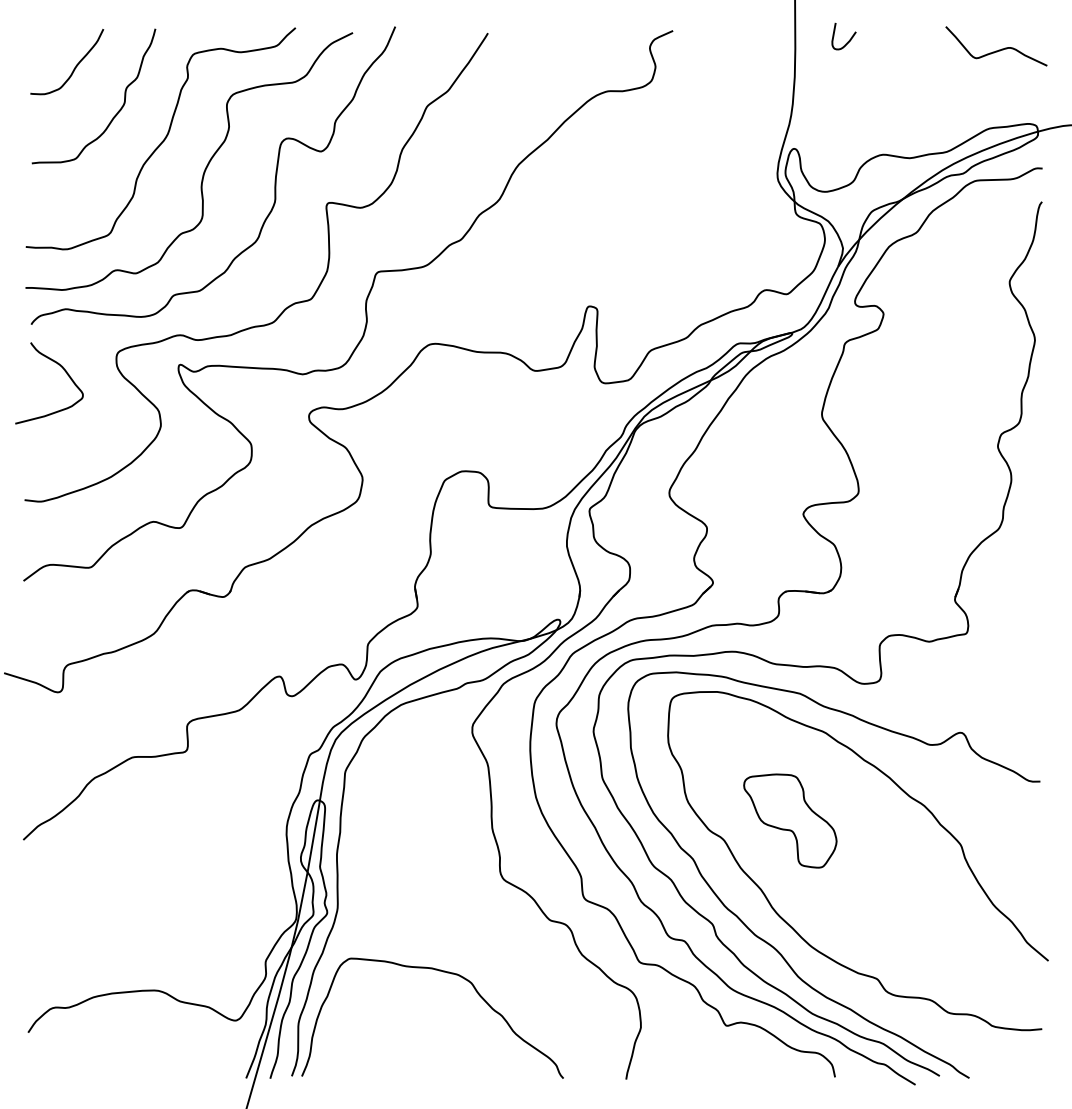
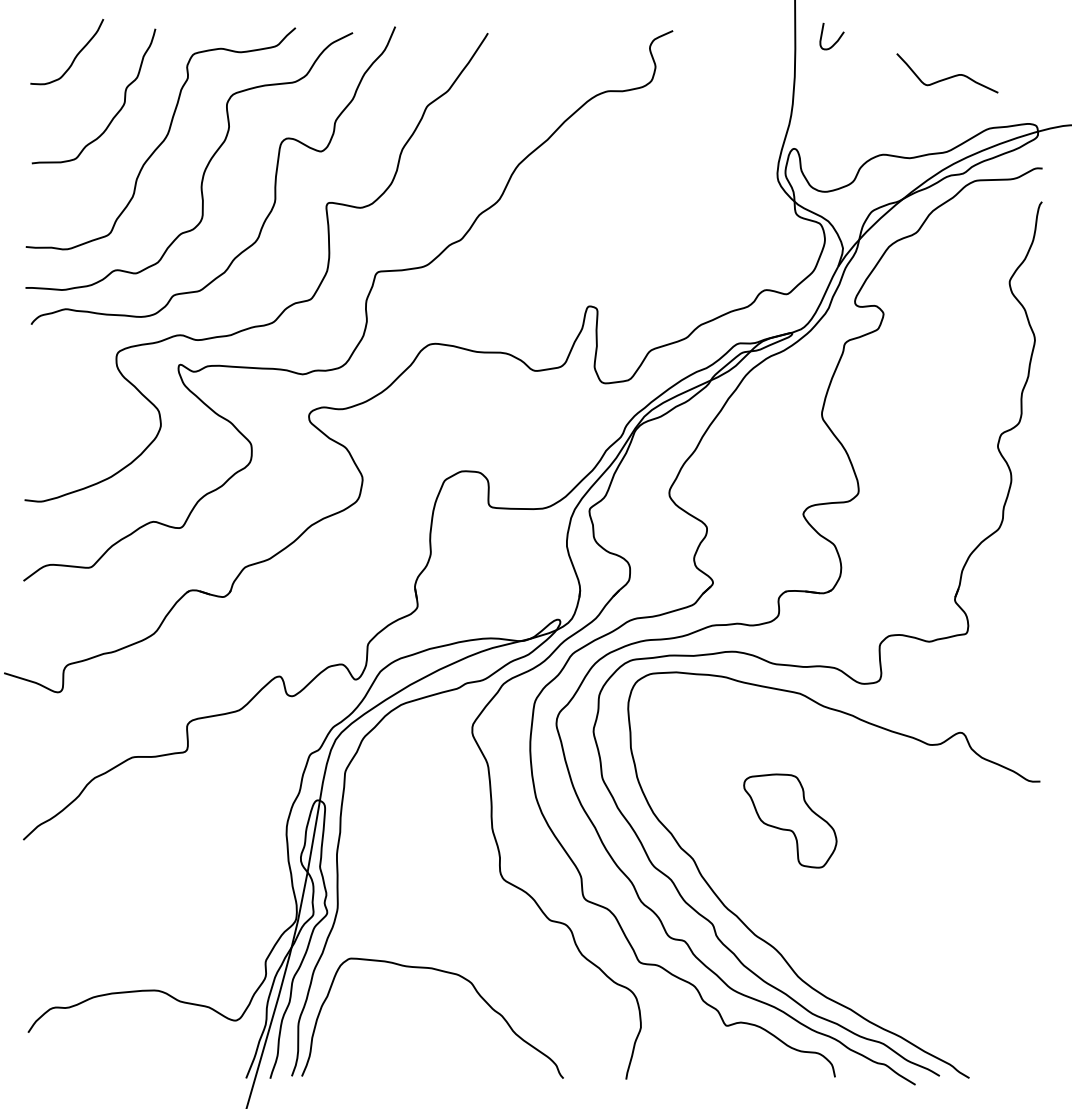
curve at (848, 40) position: (848, 40) -> (836, 40)
curve at (998, 49) position: (998, 49) -> (949, 76)
curve at (73, 68) position: (73, 68) -> (73, 58)
curve at (64, 371): present -> none
curve at (910, 798): present -> none
